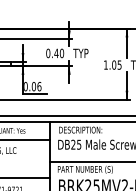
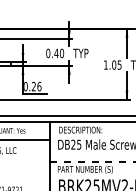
text at (33, 86): 0.06 -> 0.26
line at (93, 161): solid -> dashed
line at (26, 178): present -> none
